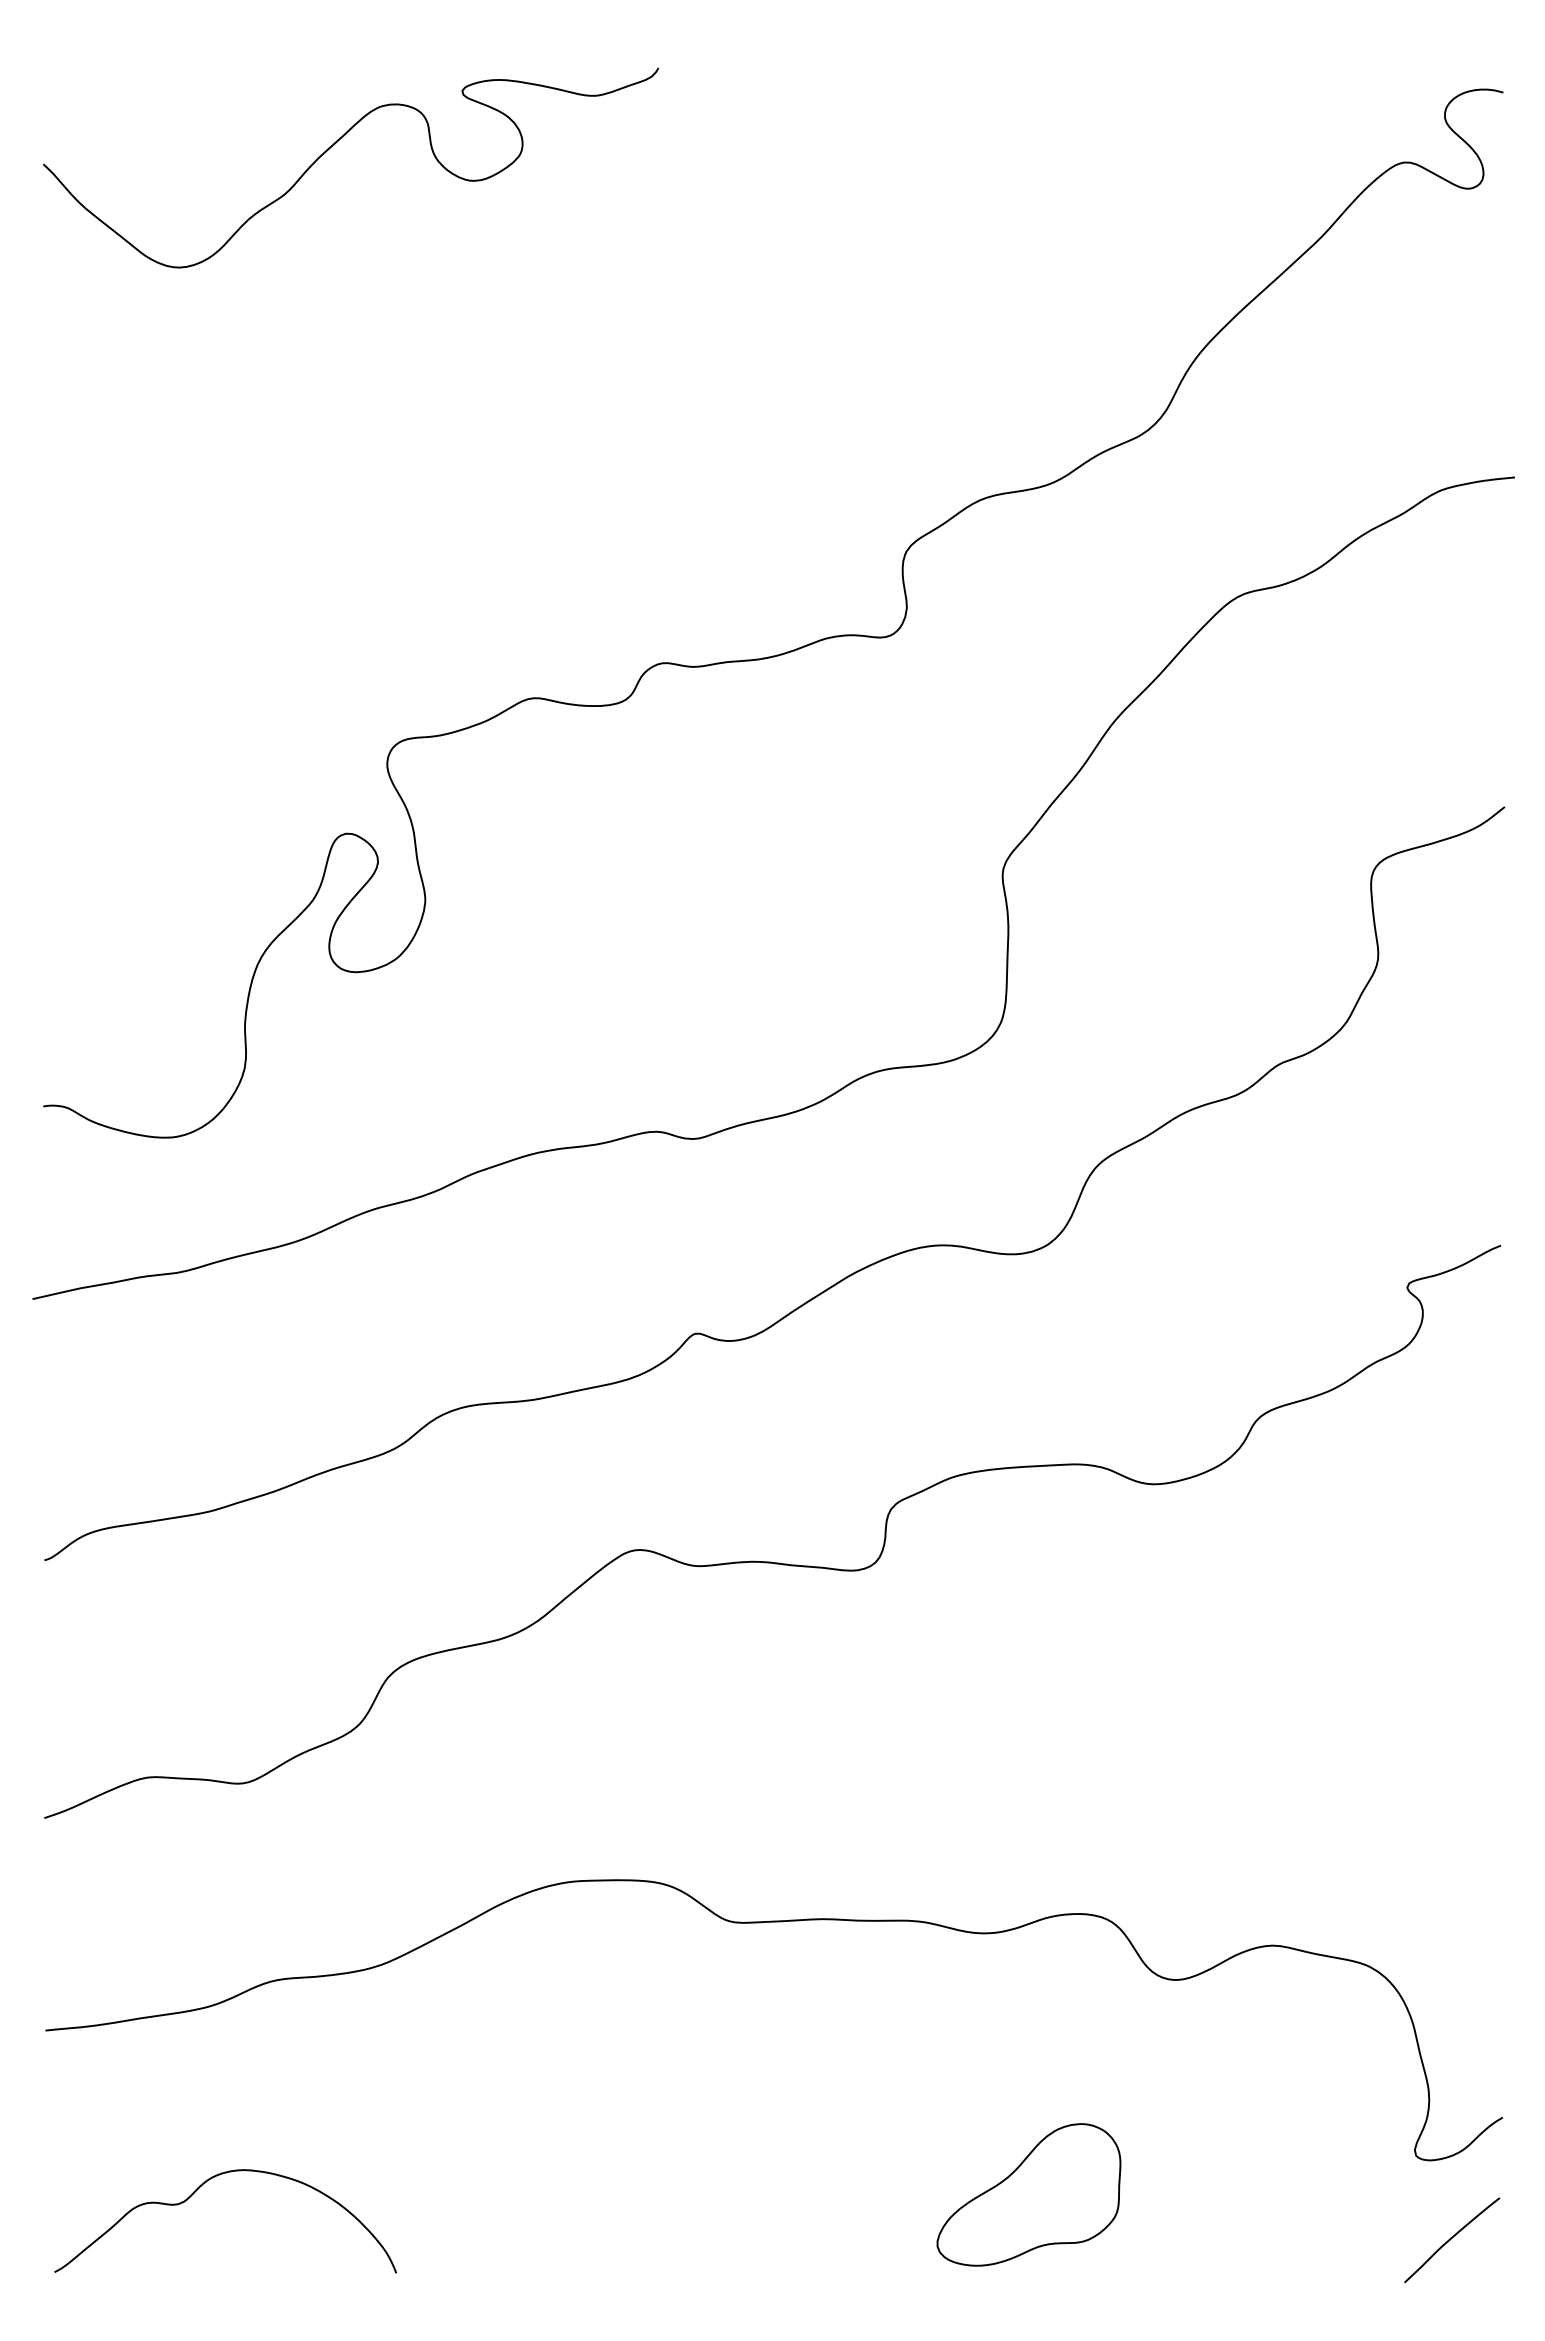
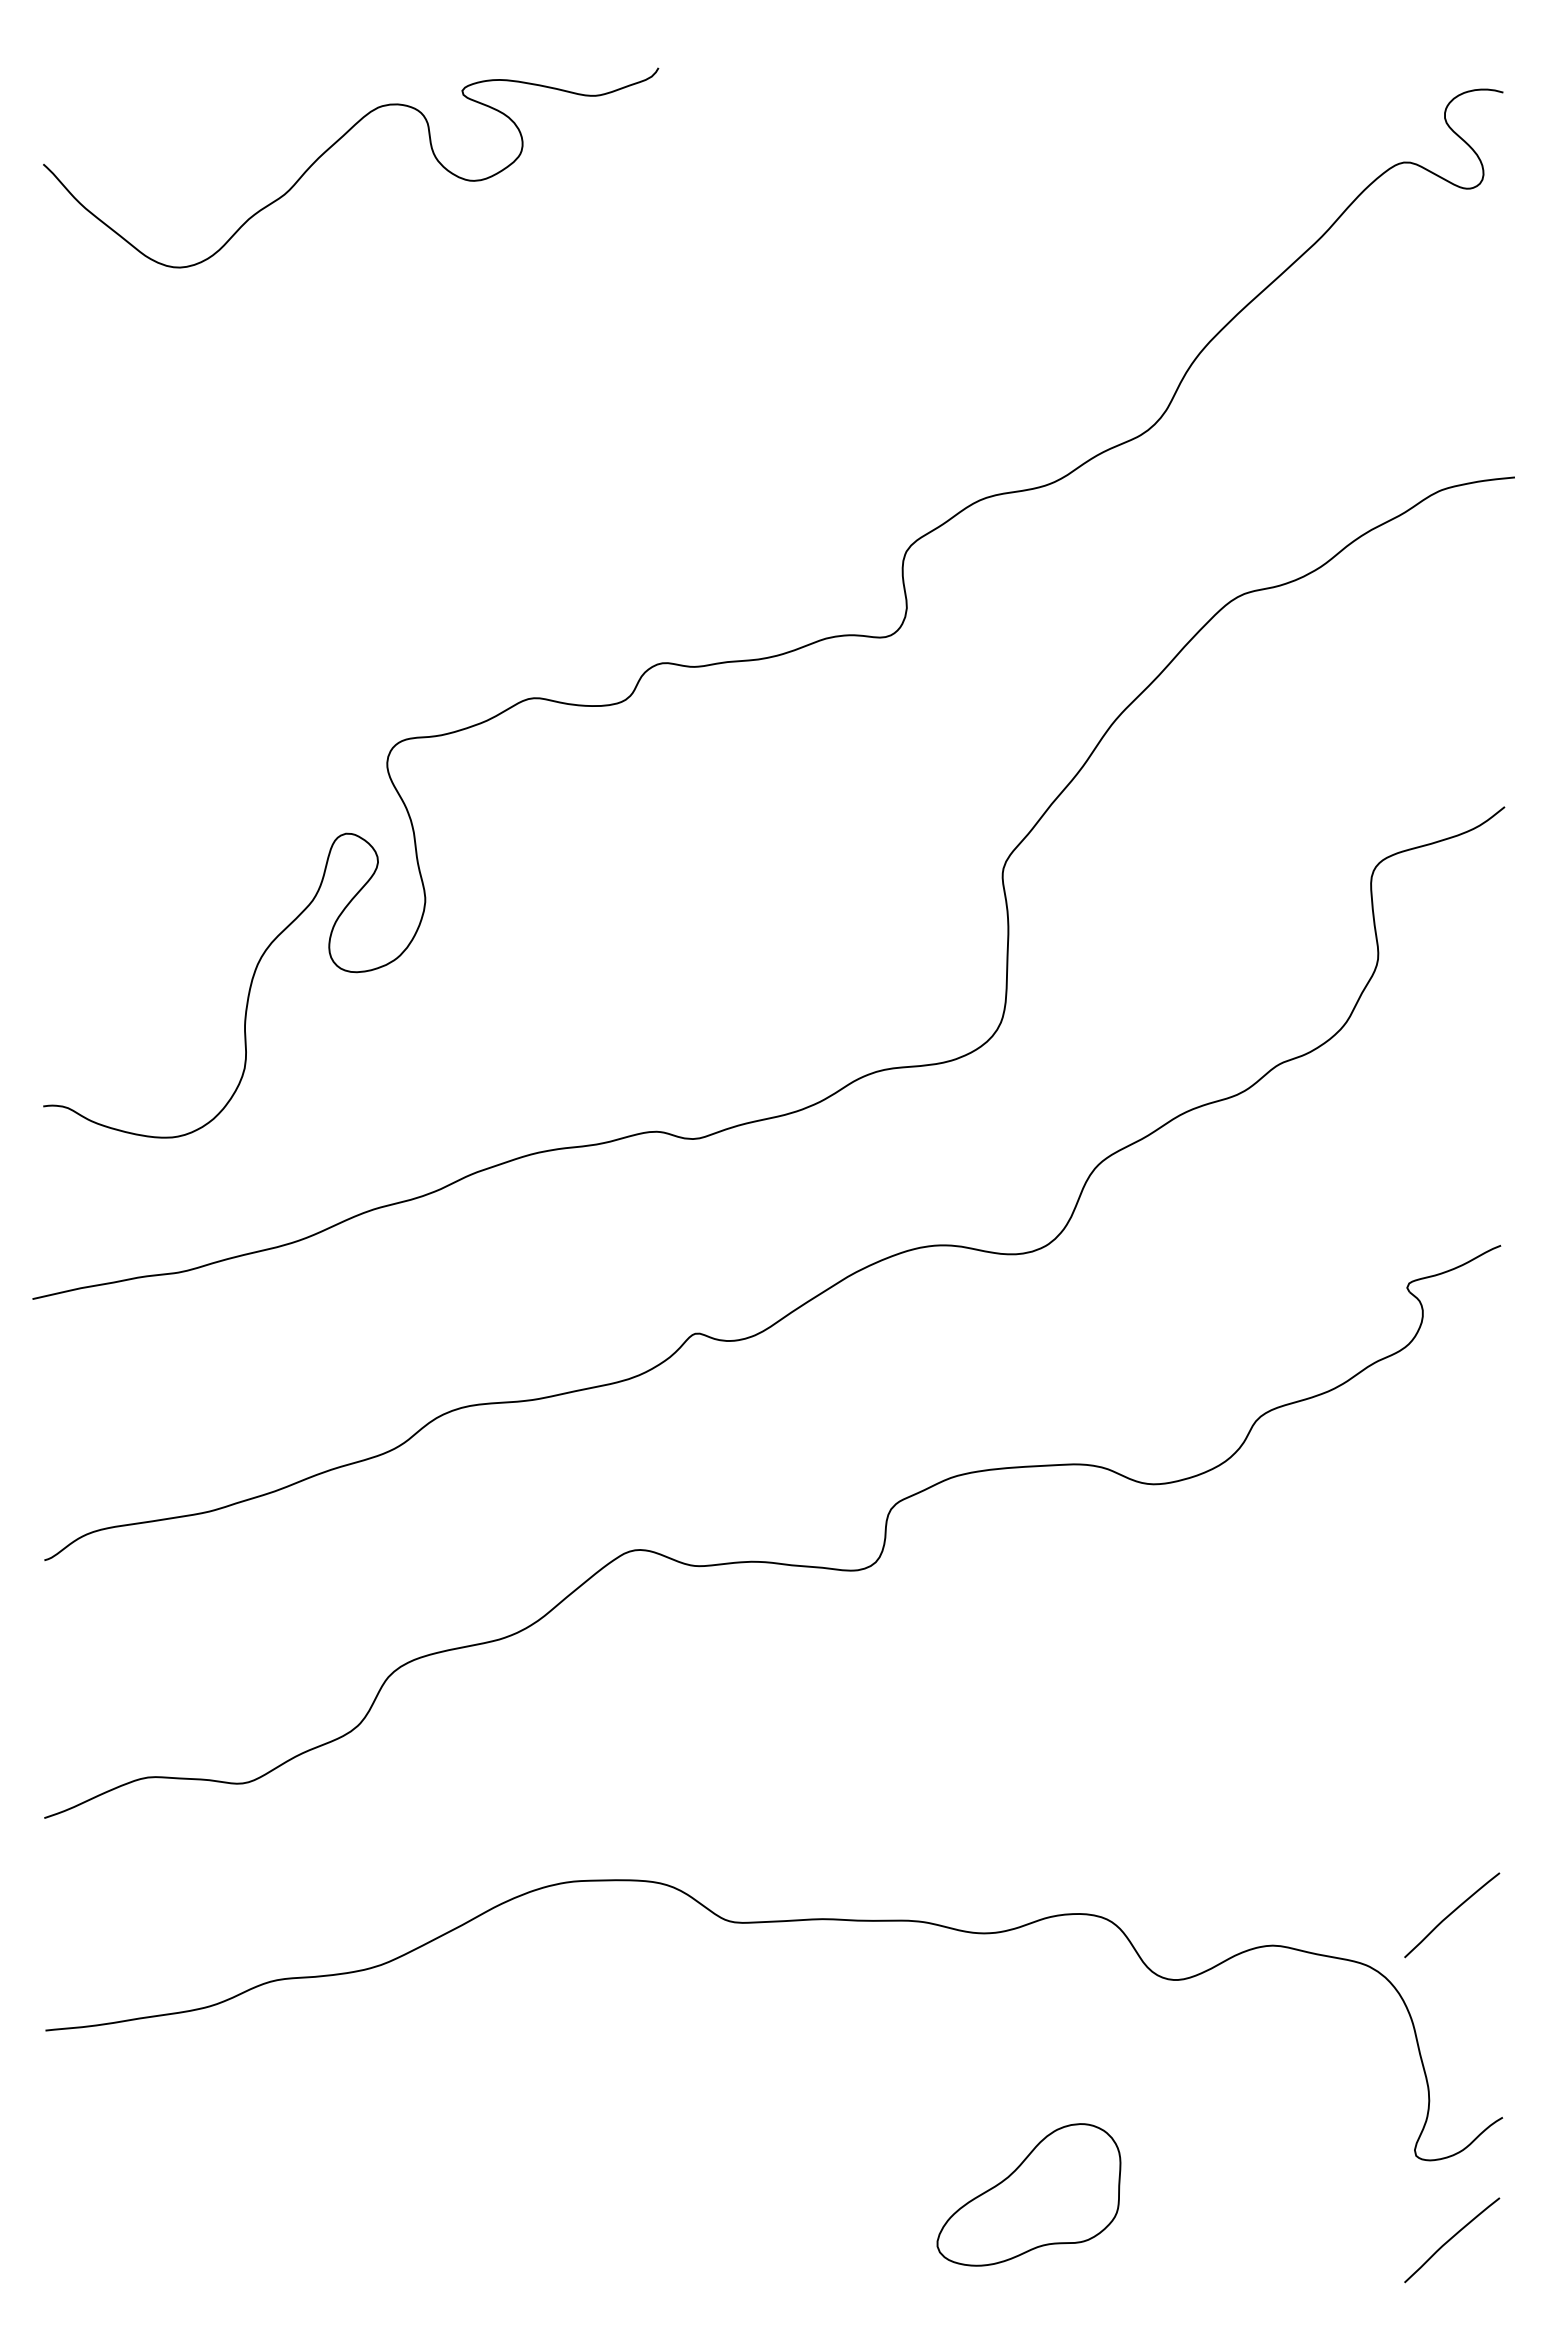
curve at (1451, 1914): none -> present
curve at (196, 2191): present -> none
